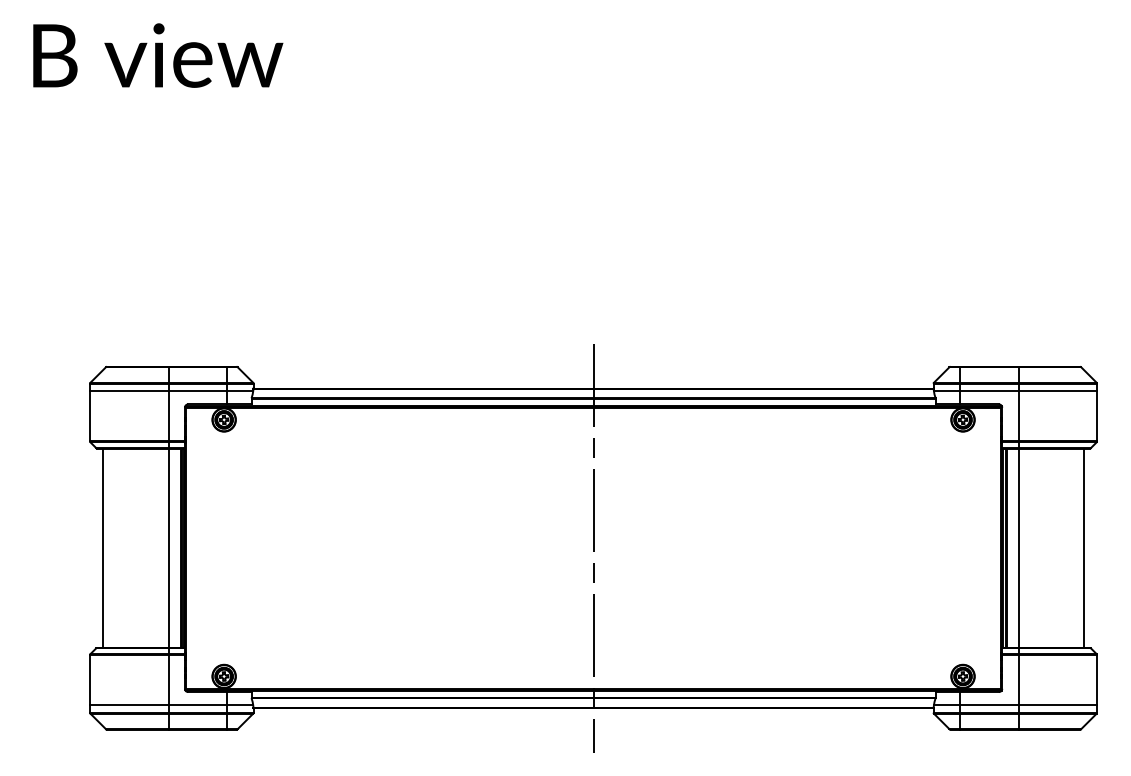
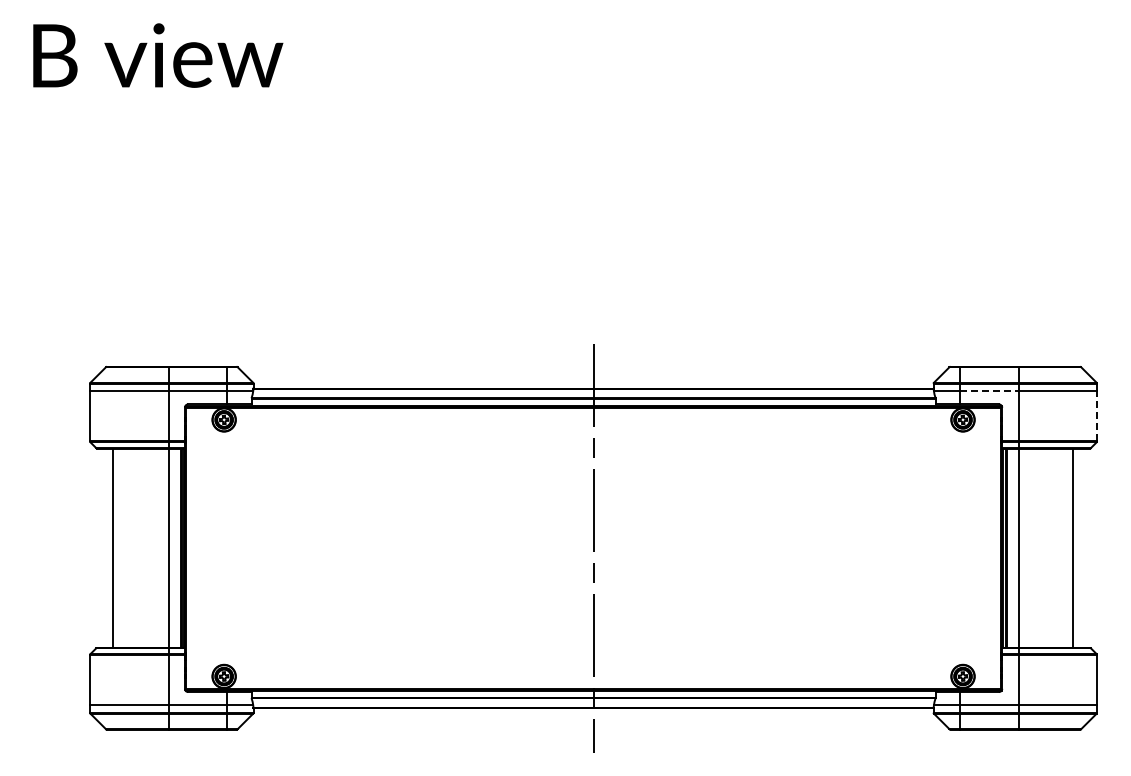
line at (989, 391): solid -> dashed
line at (1097, 416): solid -> dashed
line at (103, 547) position: (103, 547) -> (113, 547)
line at (1083, 547) position: (1083, 547) -> (1072, 547)
